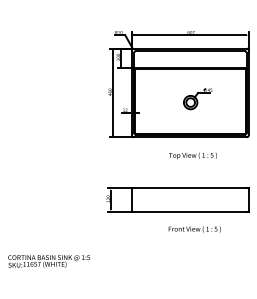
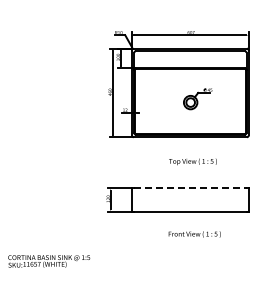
text at (192, 155) position: (192, 155) -> (192, 161)
line at (190, 188): solid -> dashed
text at (194, 229) position: (194, 229) -> (194, 234)
